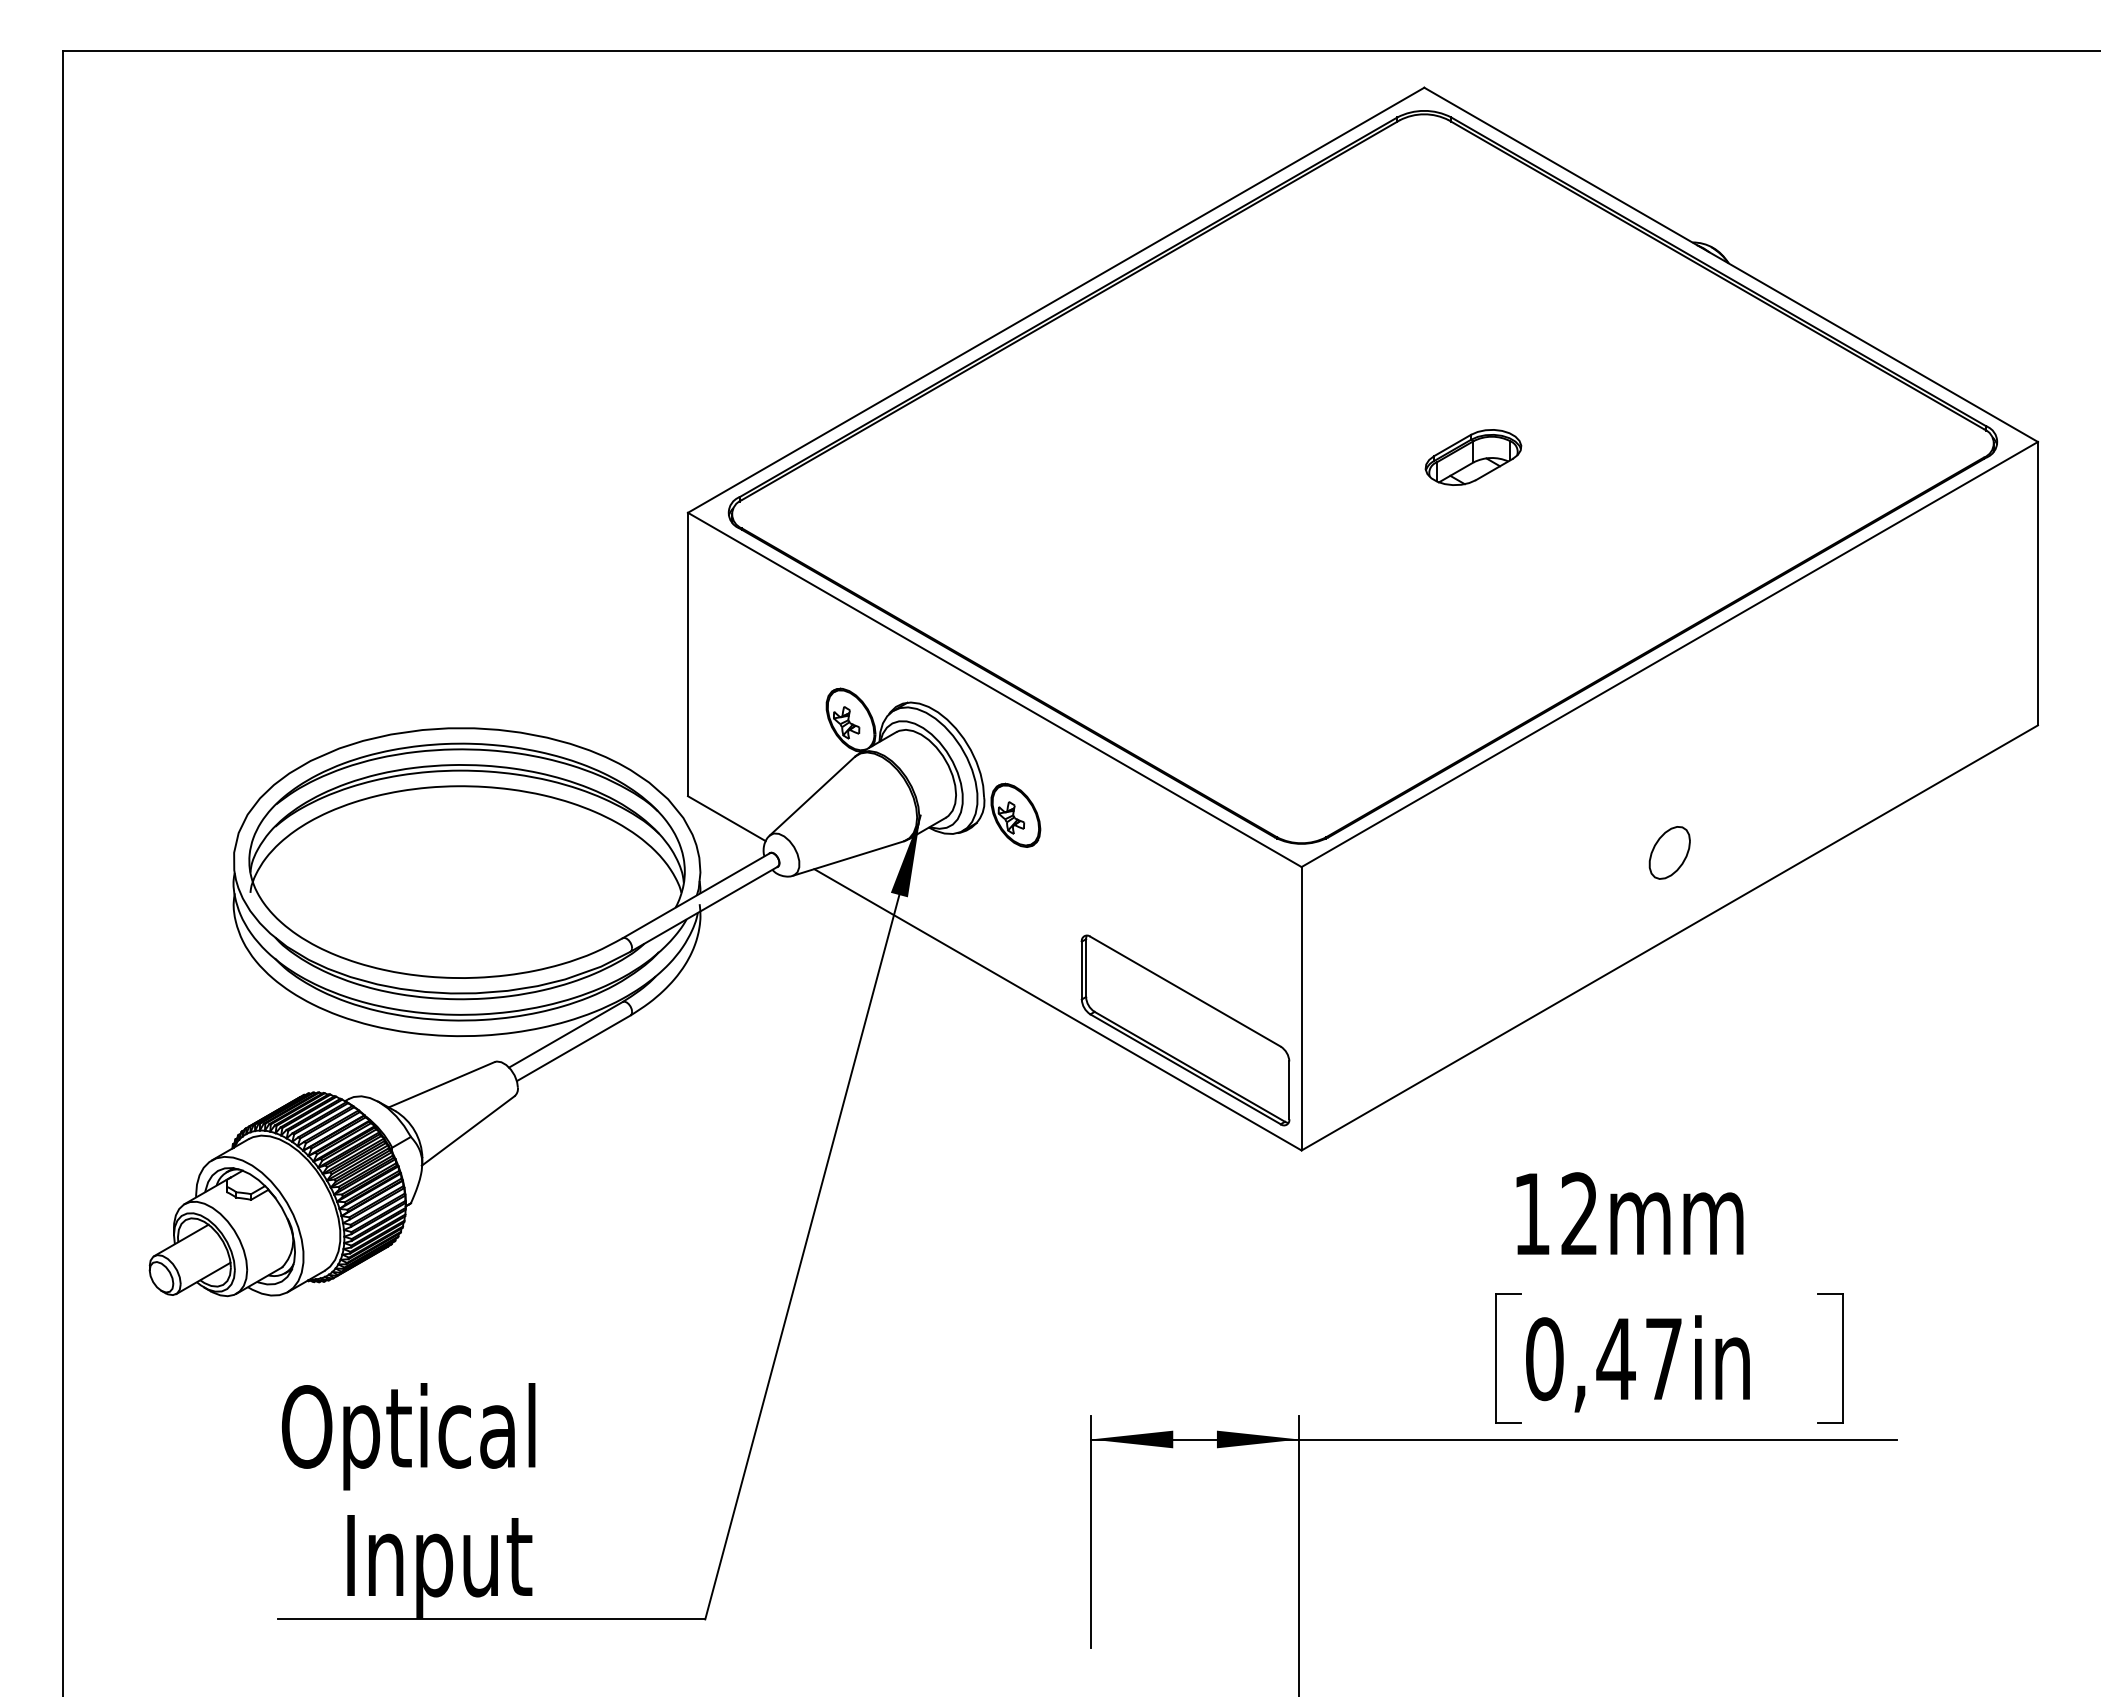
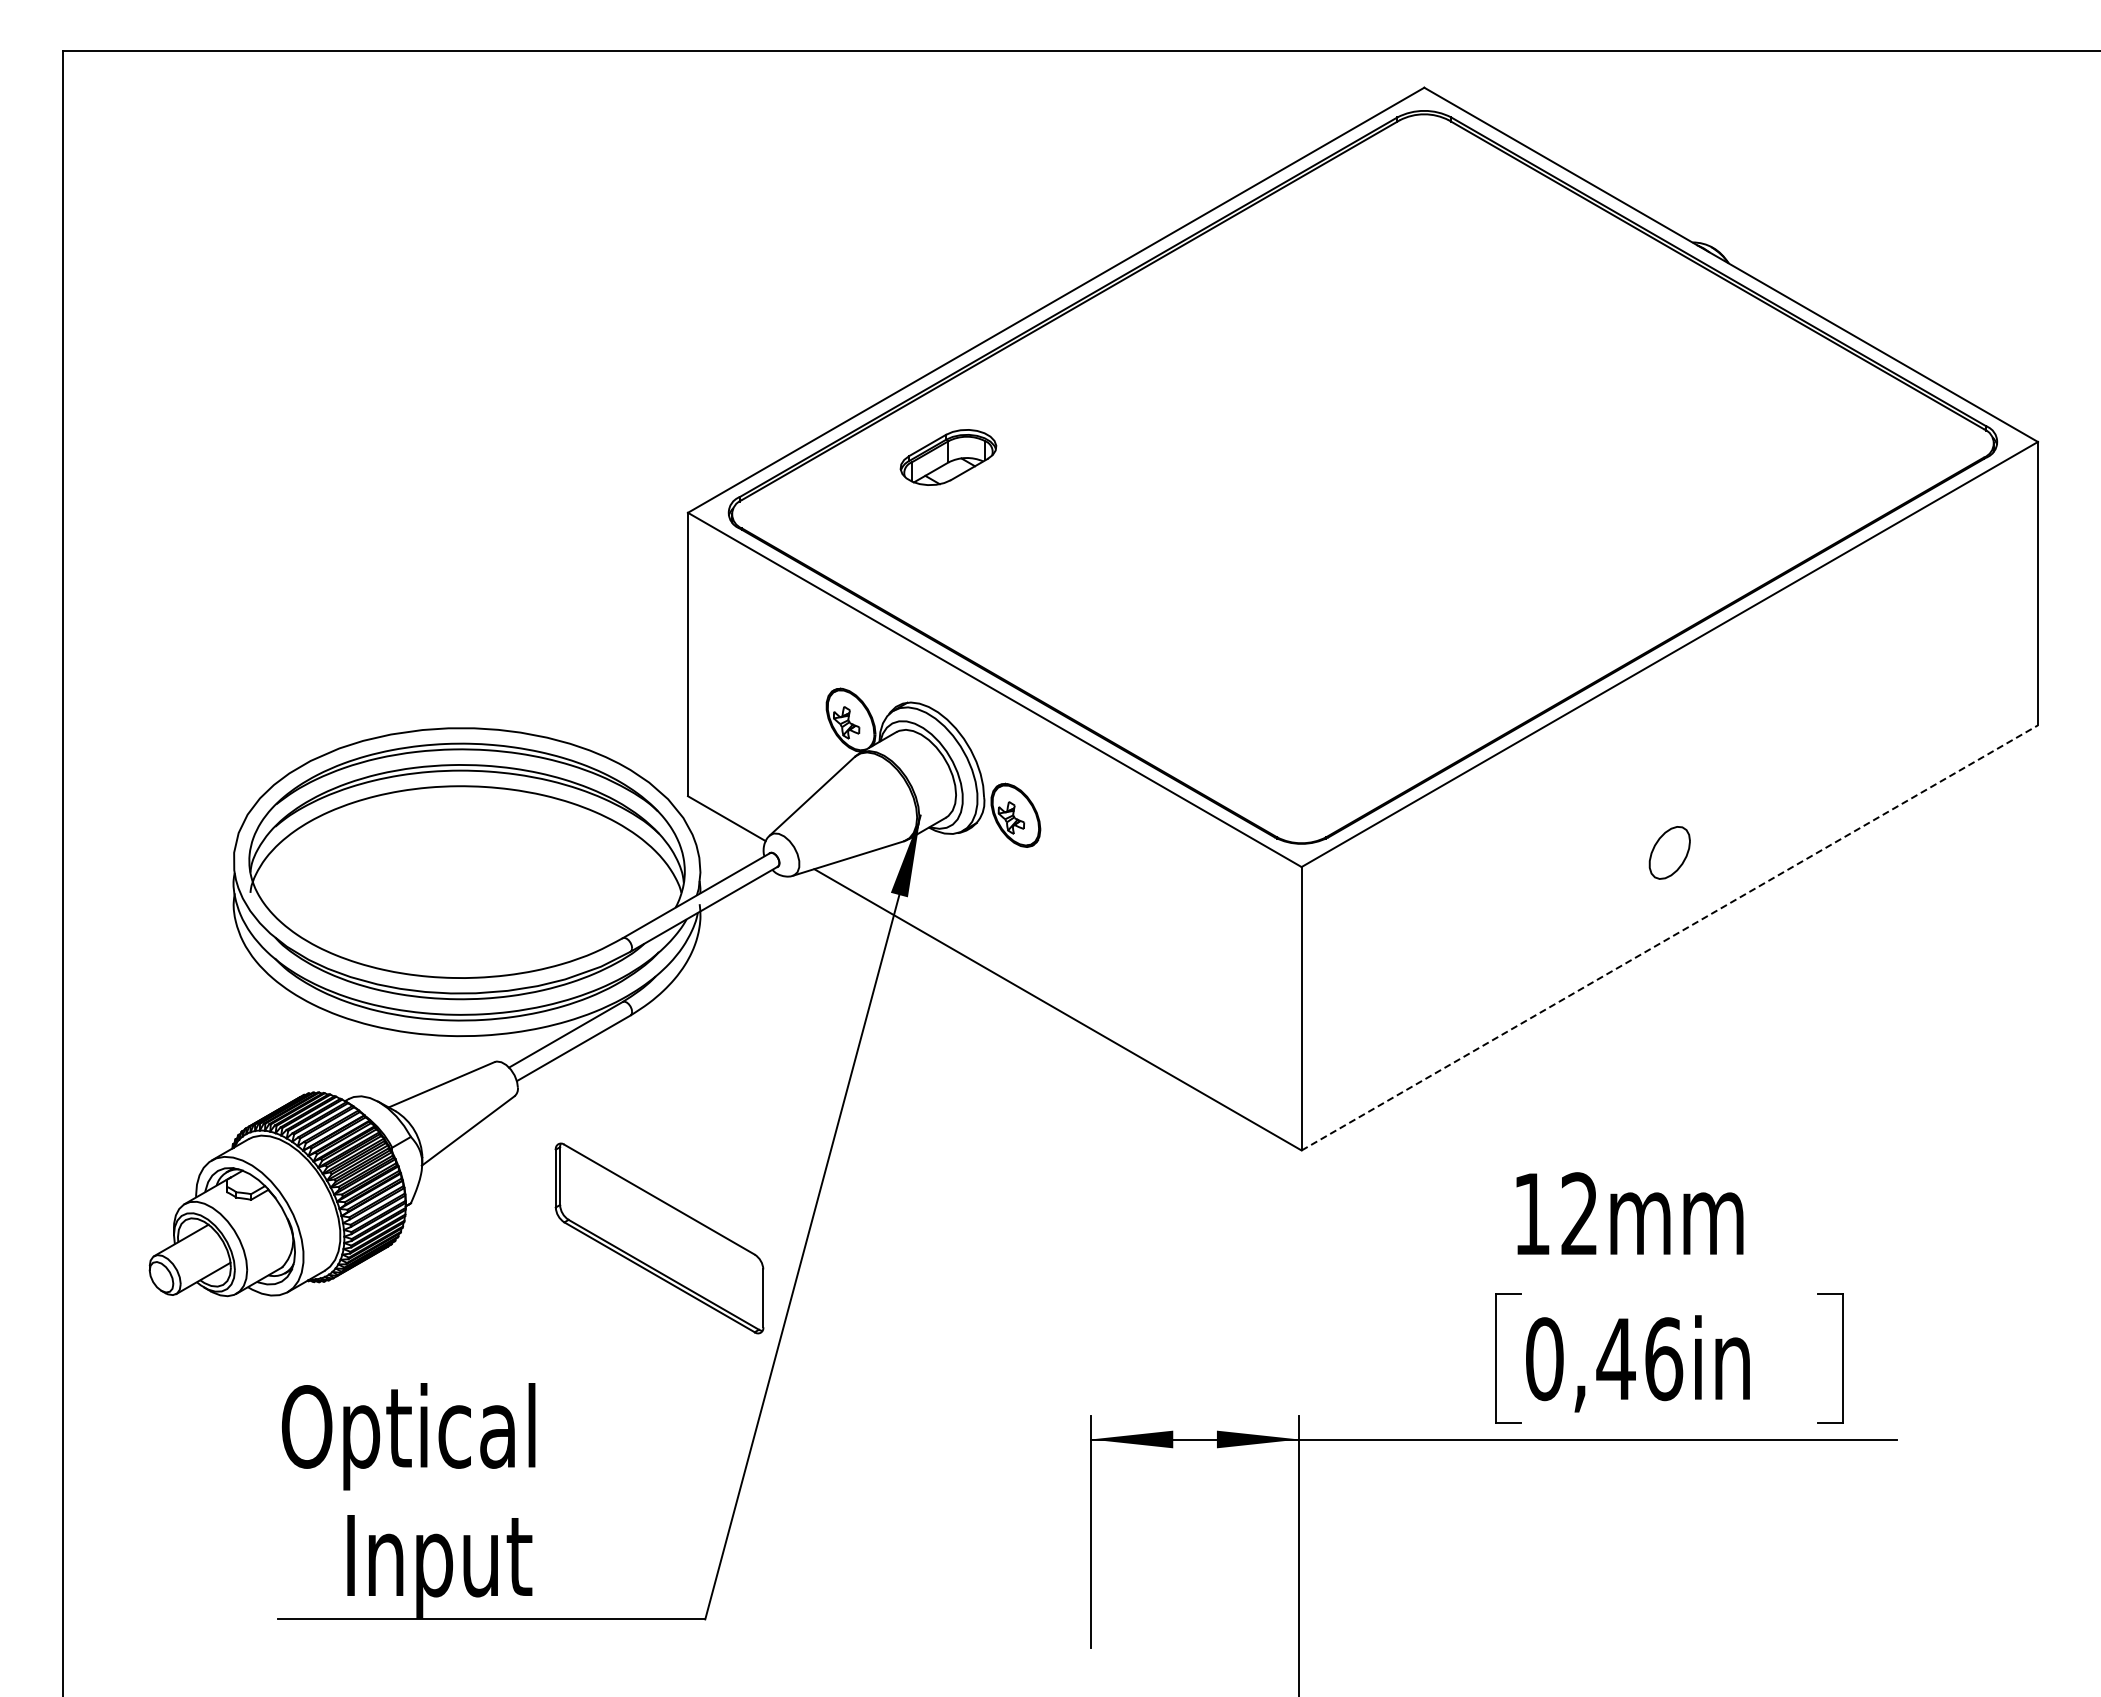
part at (1473, 457) position: (1473, 457) -> (948, 457)
line at (1670, 937): solid -> dashed
part at (1185, 1030) position: (1185, 1030) -> (659, 1238)
text at (1664, 1359): 0,47in -> 0,46in
